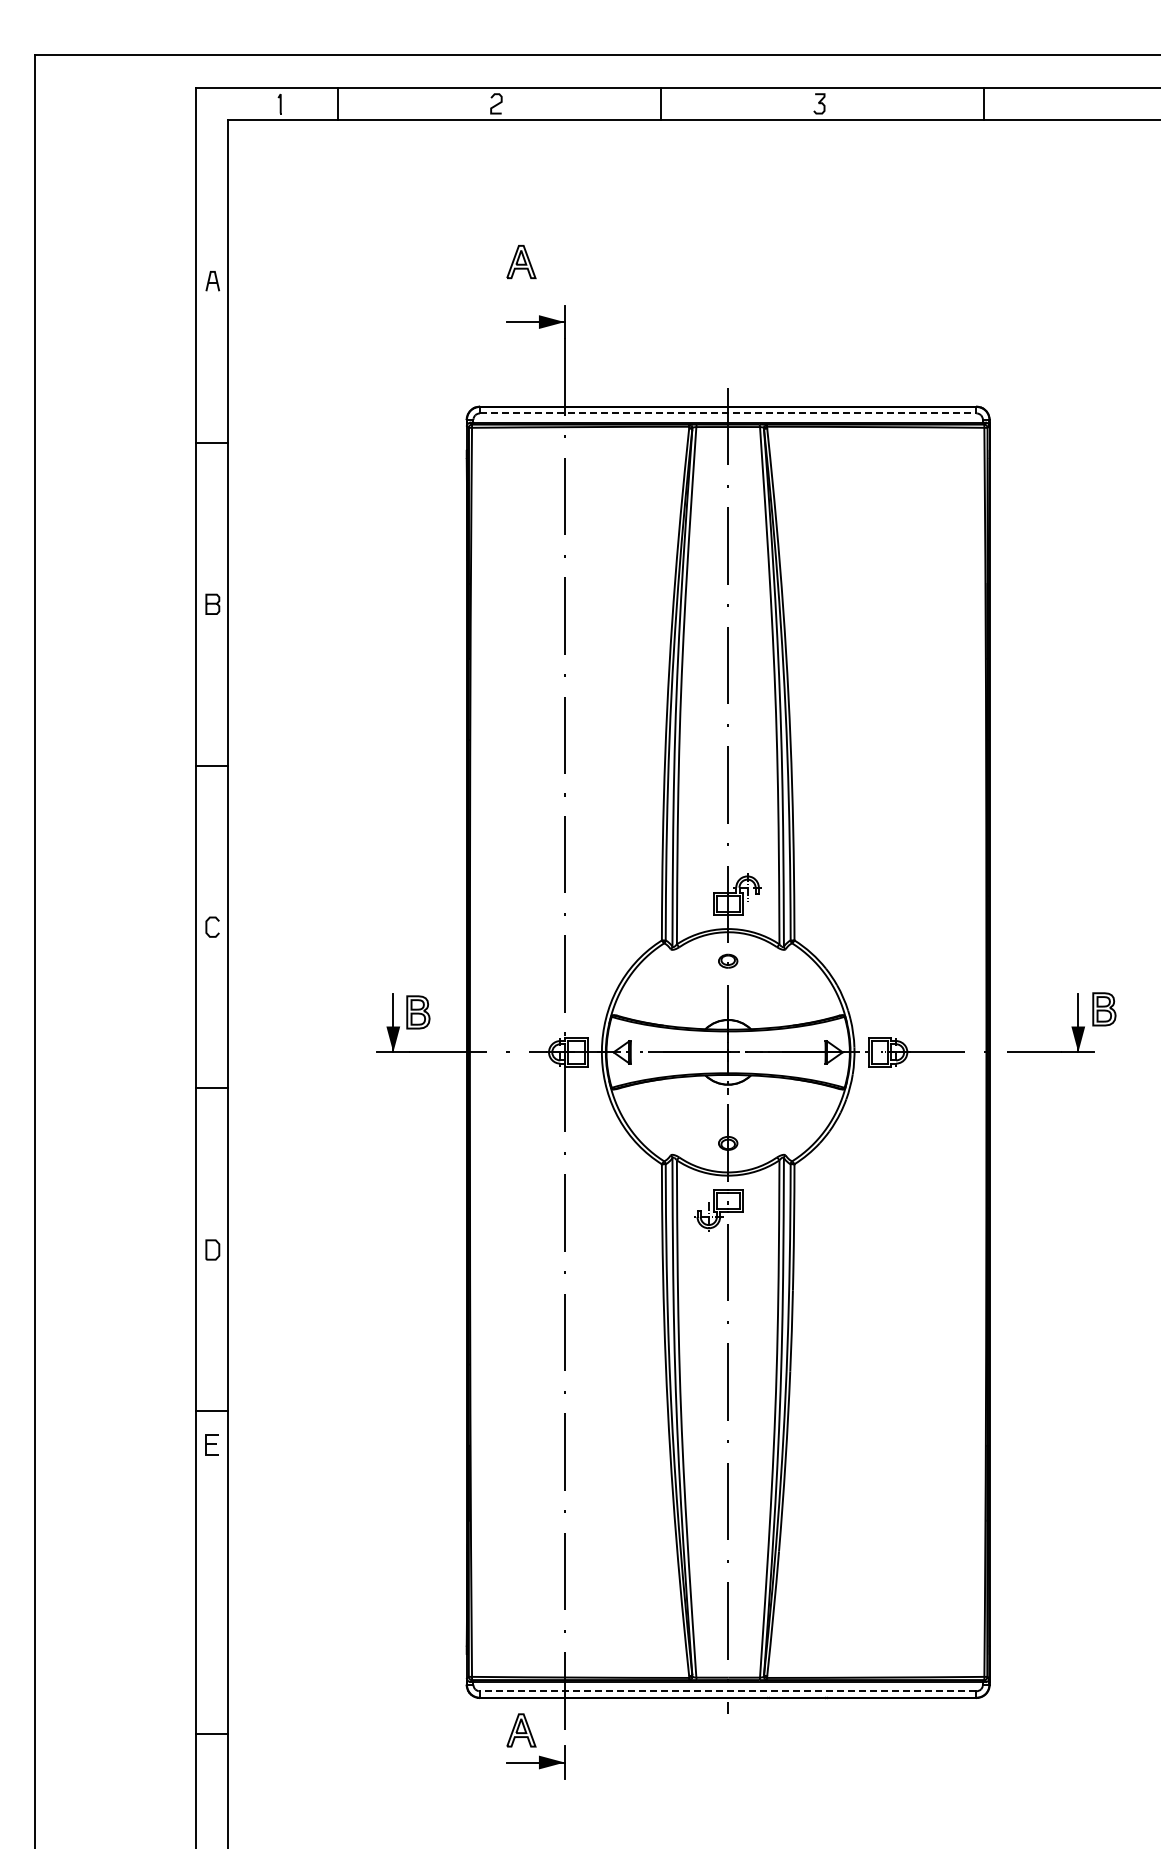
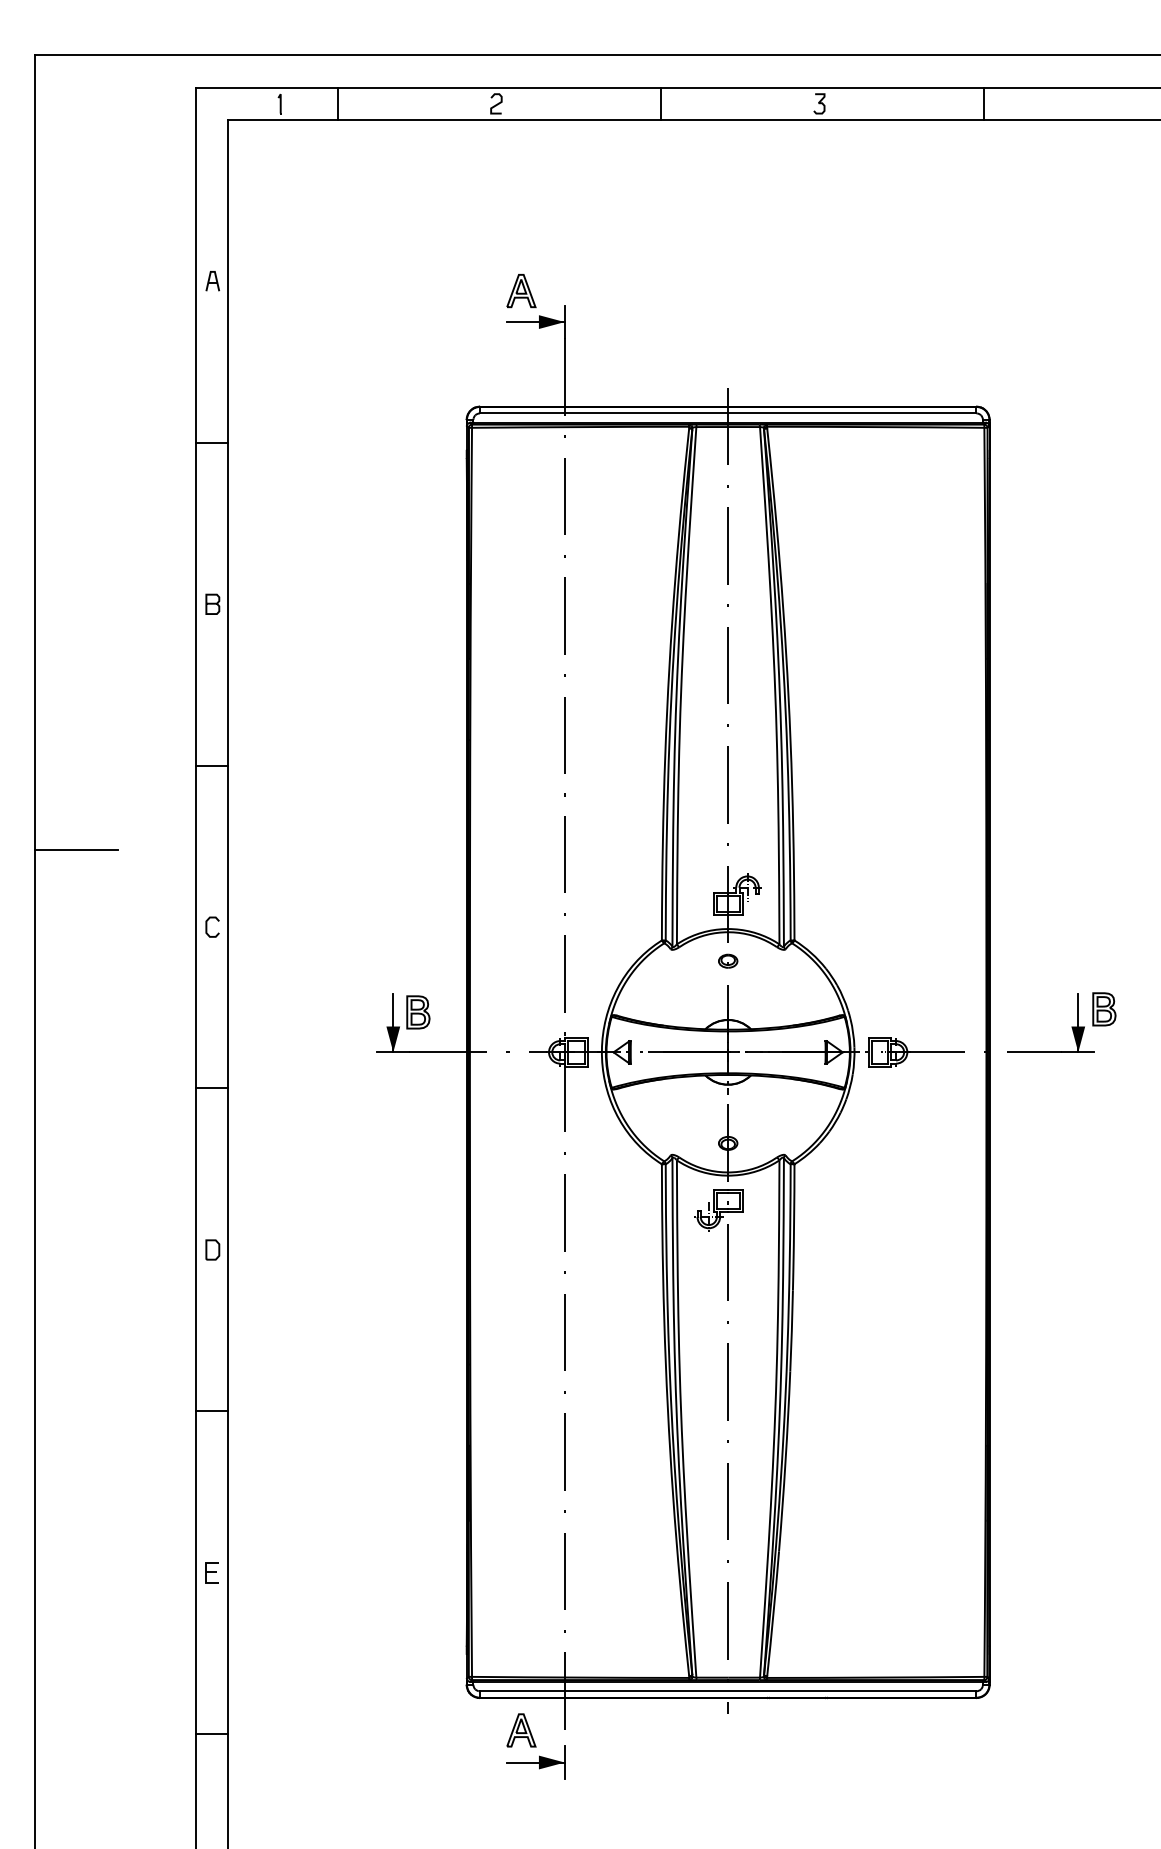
part at (521, 262) position: (521, 262) -> (521, 291)
line at (728, 413): dashed -> solid
line at (76, 849): none -> present
part at (211, 1444) position: (211, 1444) -> (211, 1572)
line at (727, 1691): dashed -> solid
